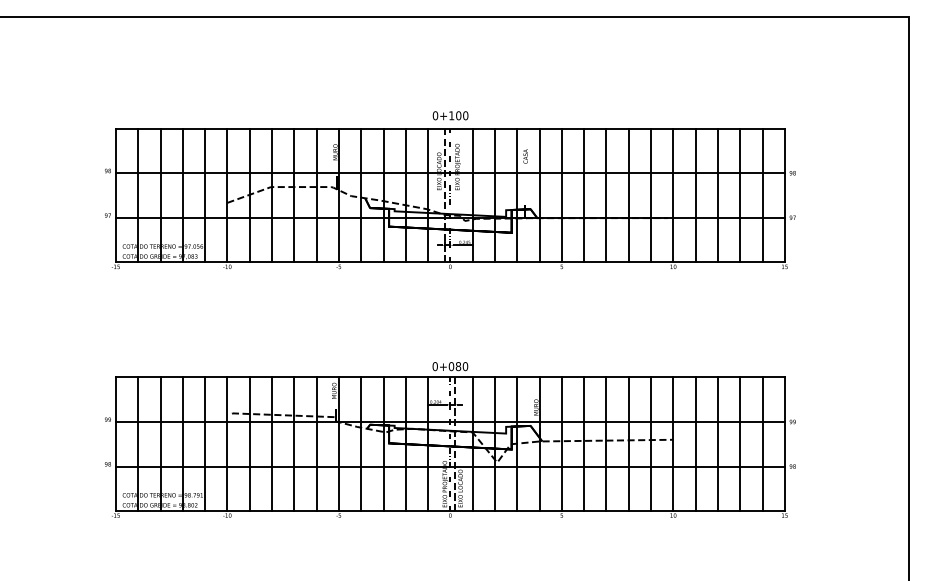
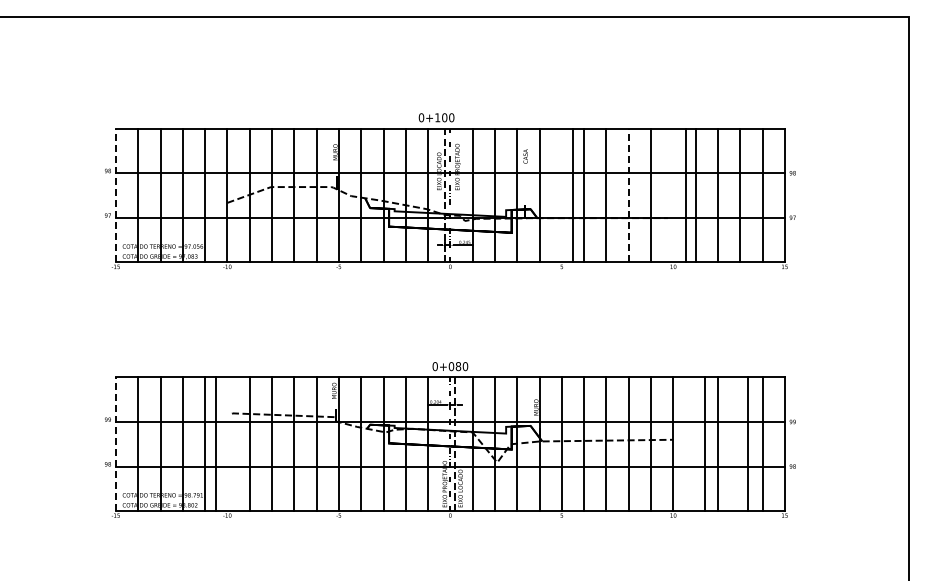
text at (450, 115) position: (450, 115) -> (436, 117)
line at (115, 195): solid -> dashed
line at (561, 195) position: (561, 195) -> (572, 195)
line at (628, 195): solid -> dashed
line at (673, 195) position: (673, 195) -> (686, 195)
line at (115, 444): solid -> dashed
line at (227, 444) position: (227, 444) -> (216, 444)
line at (695, 444) position: (695, 444) -> (704, 444)
line at (740, 444) position: (740, 444) -> (748, 444)
